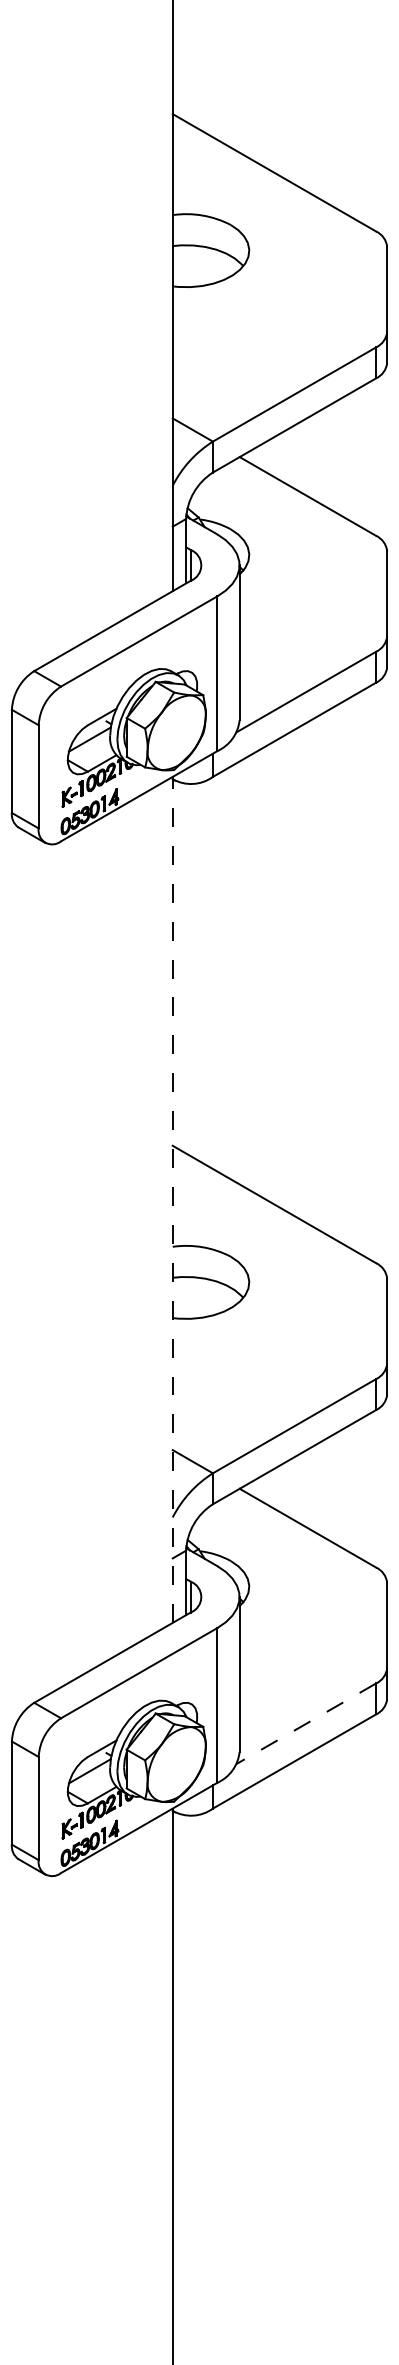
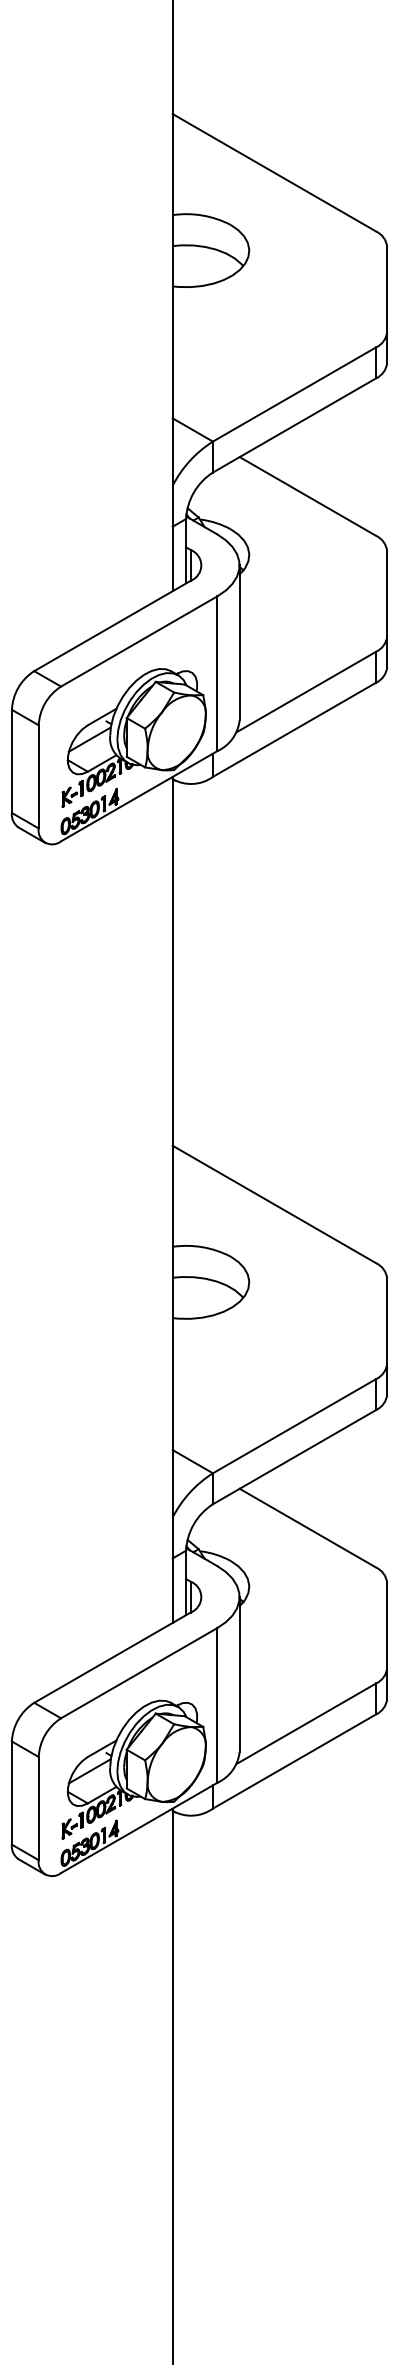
line at (172, 1199): dashed -> solid
line at (305, 1723): dashed -> solid
